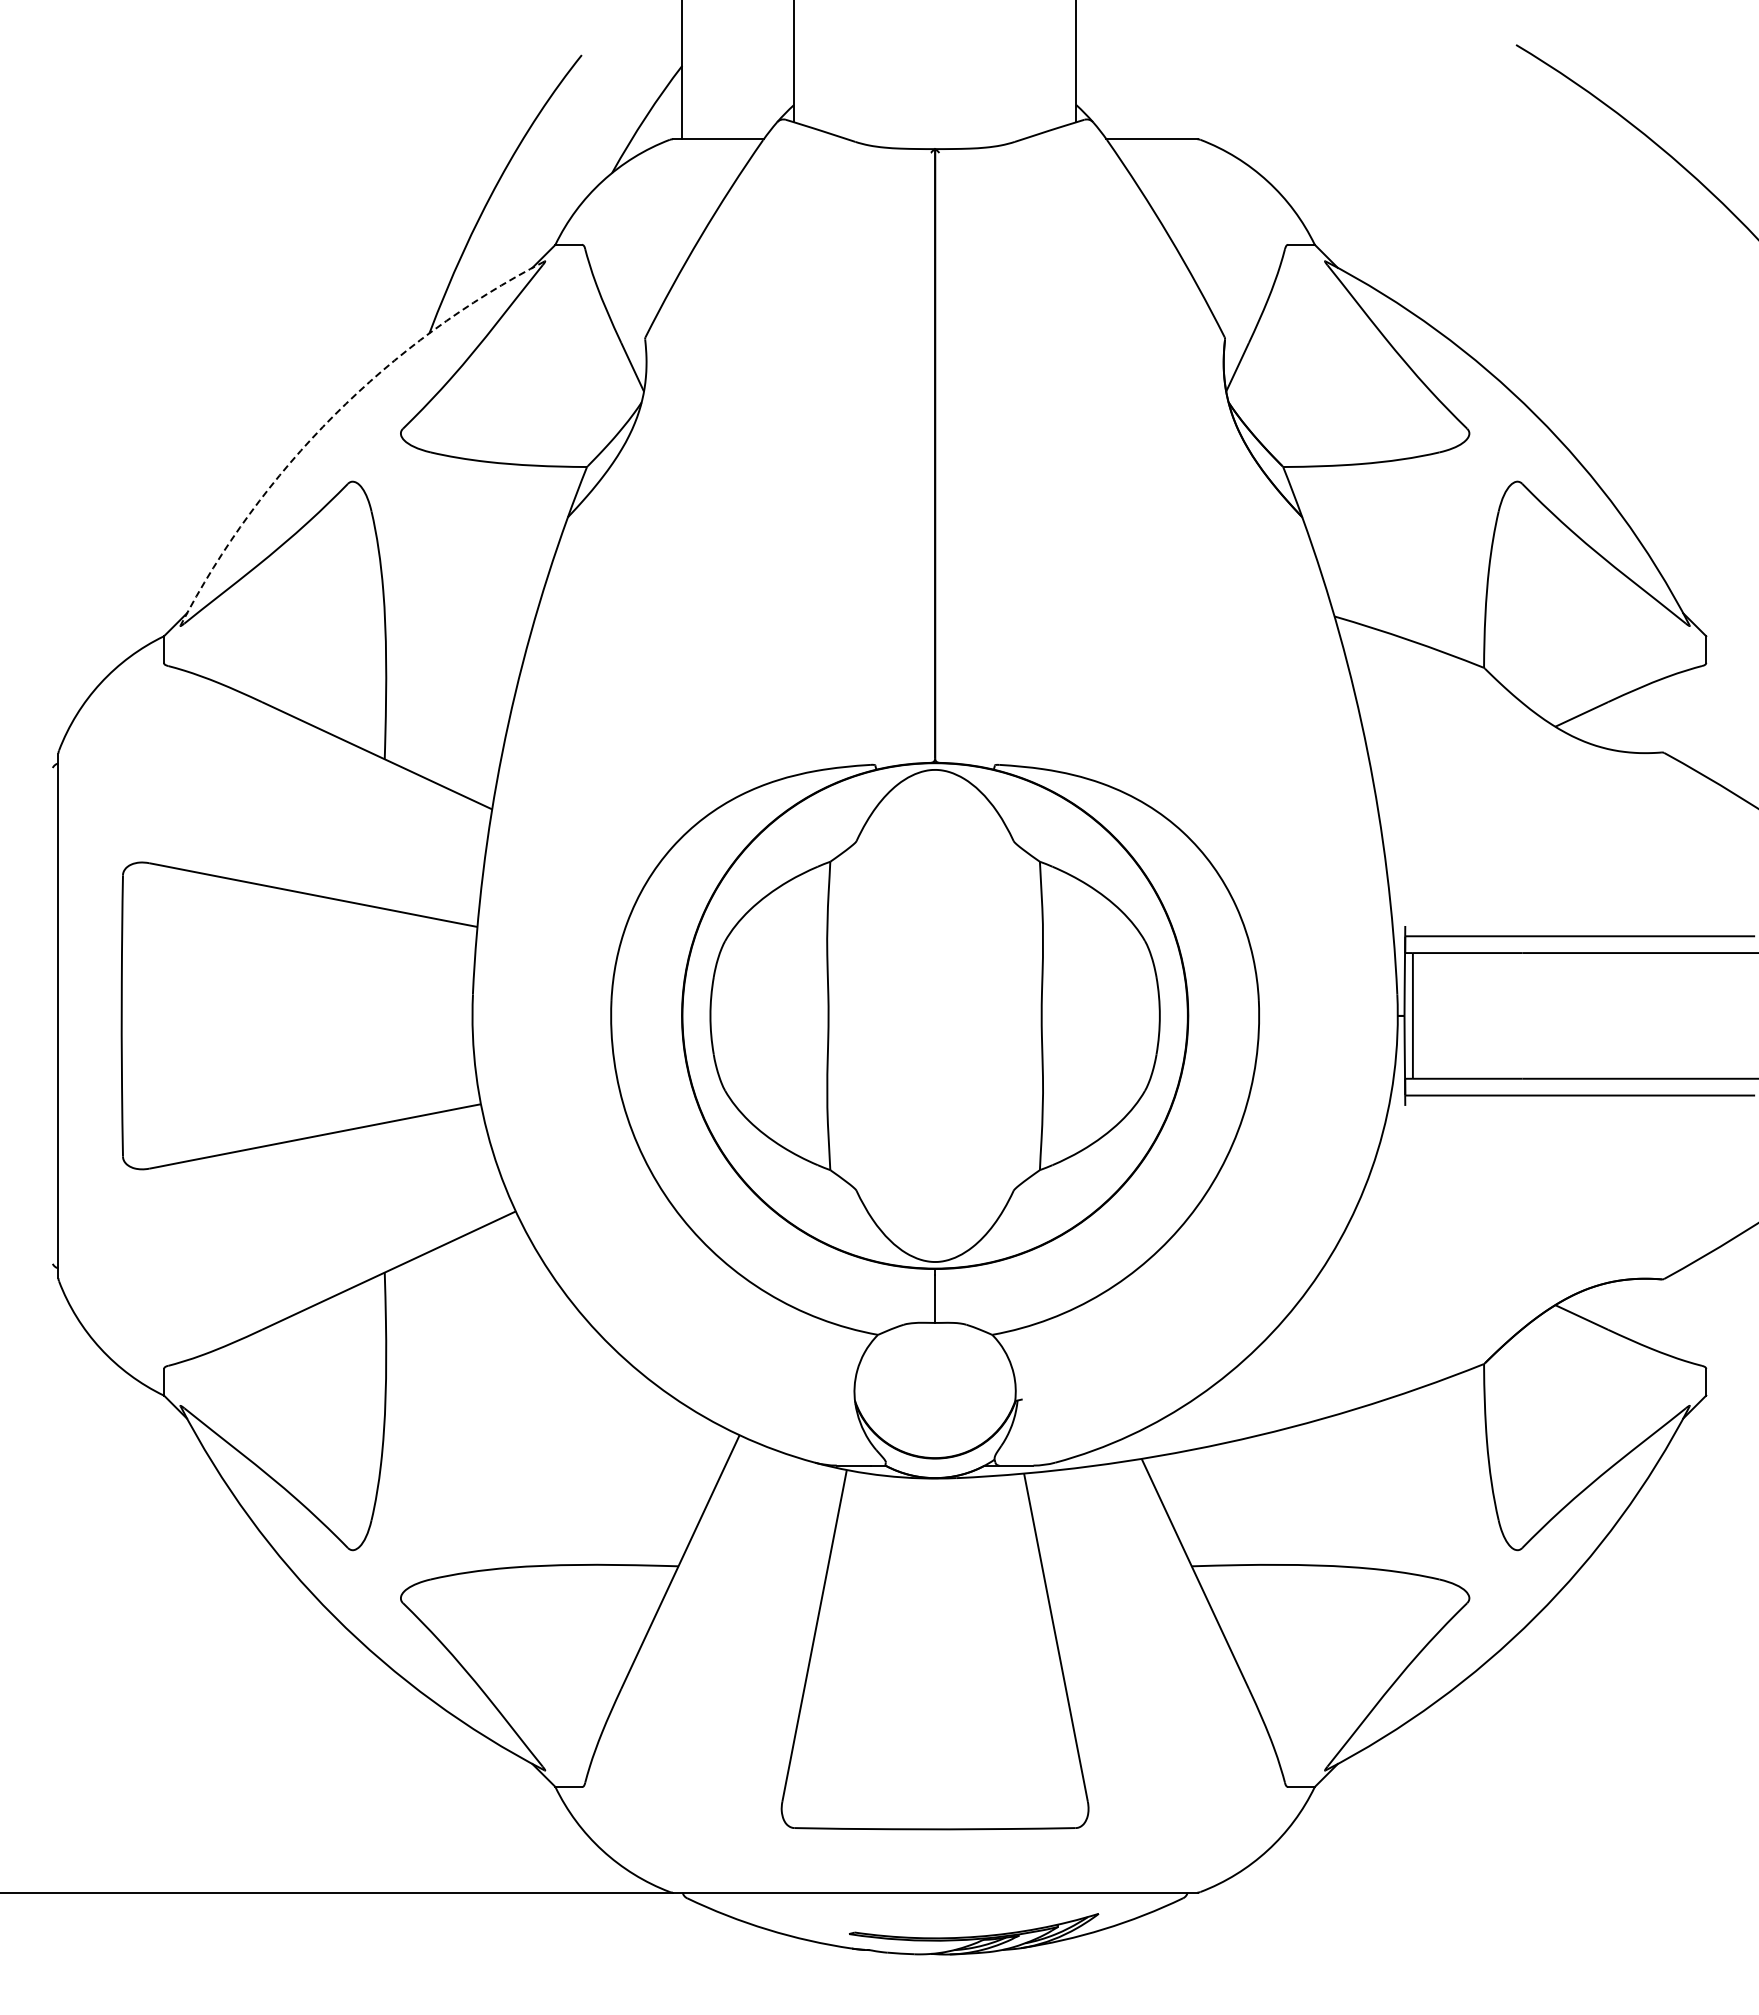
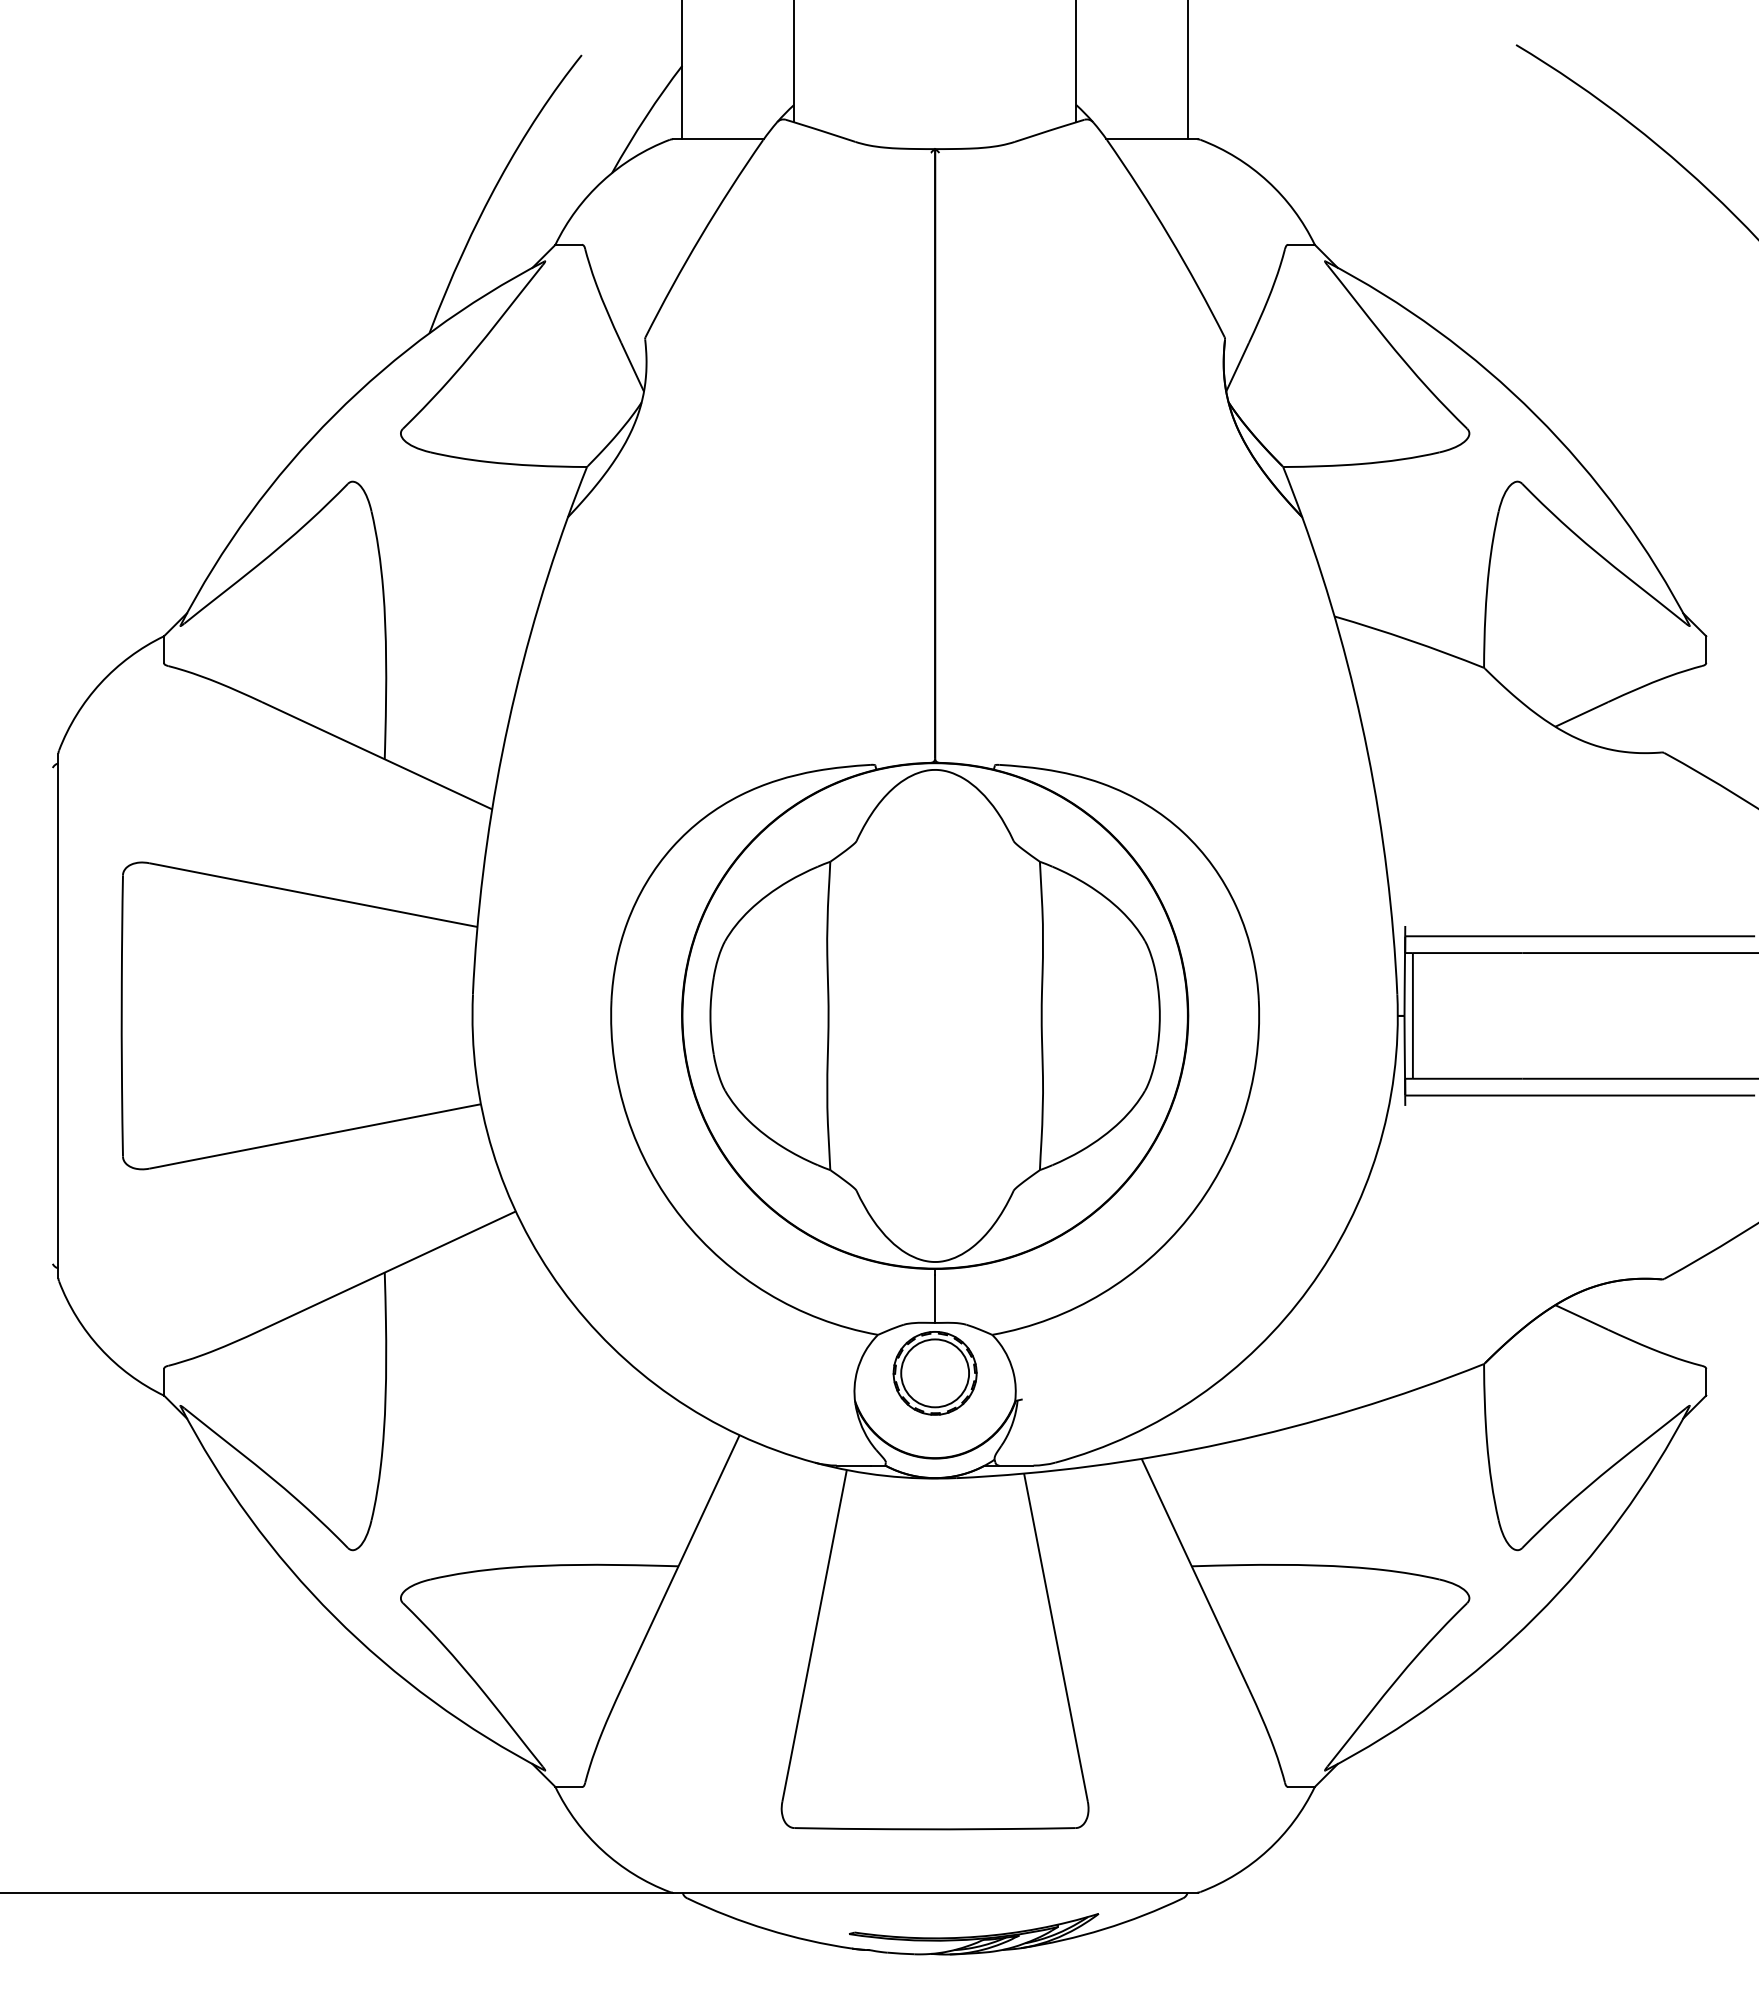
line at (1187, 71): none -> present
arc at (334, 415): dashed -> solid
part at (934, 1373): none -> present
